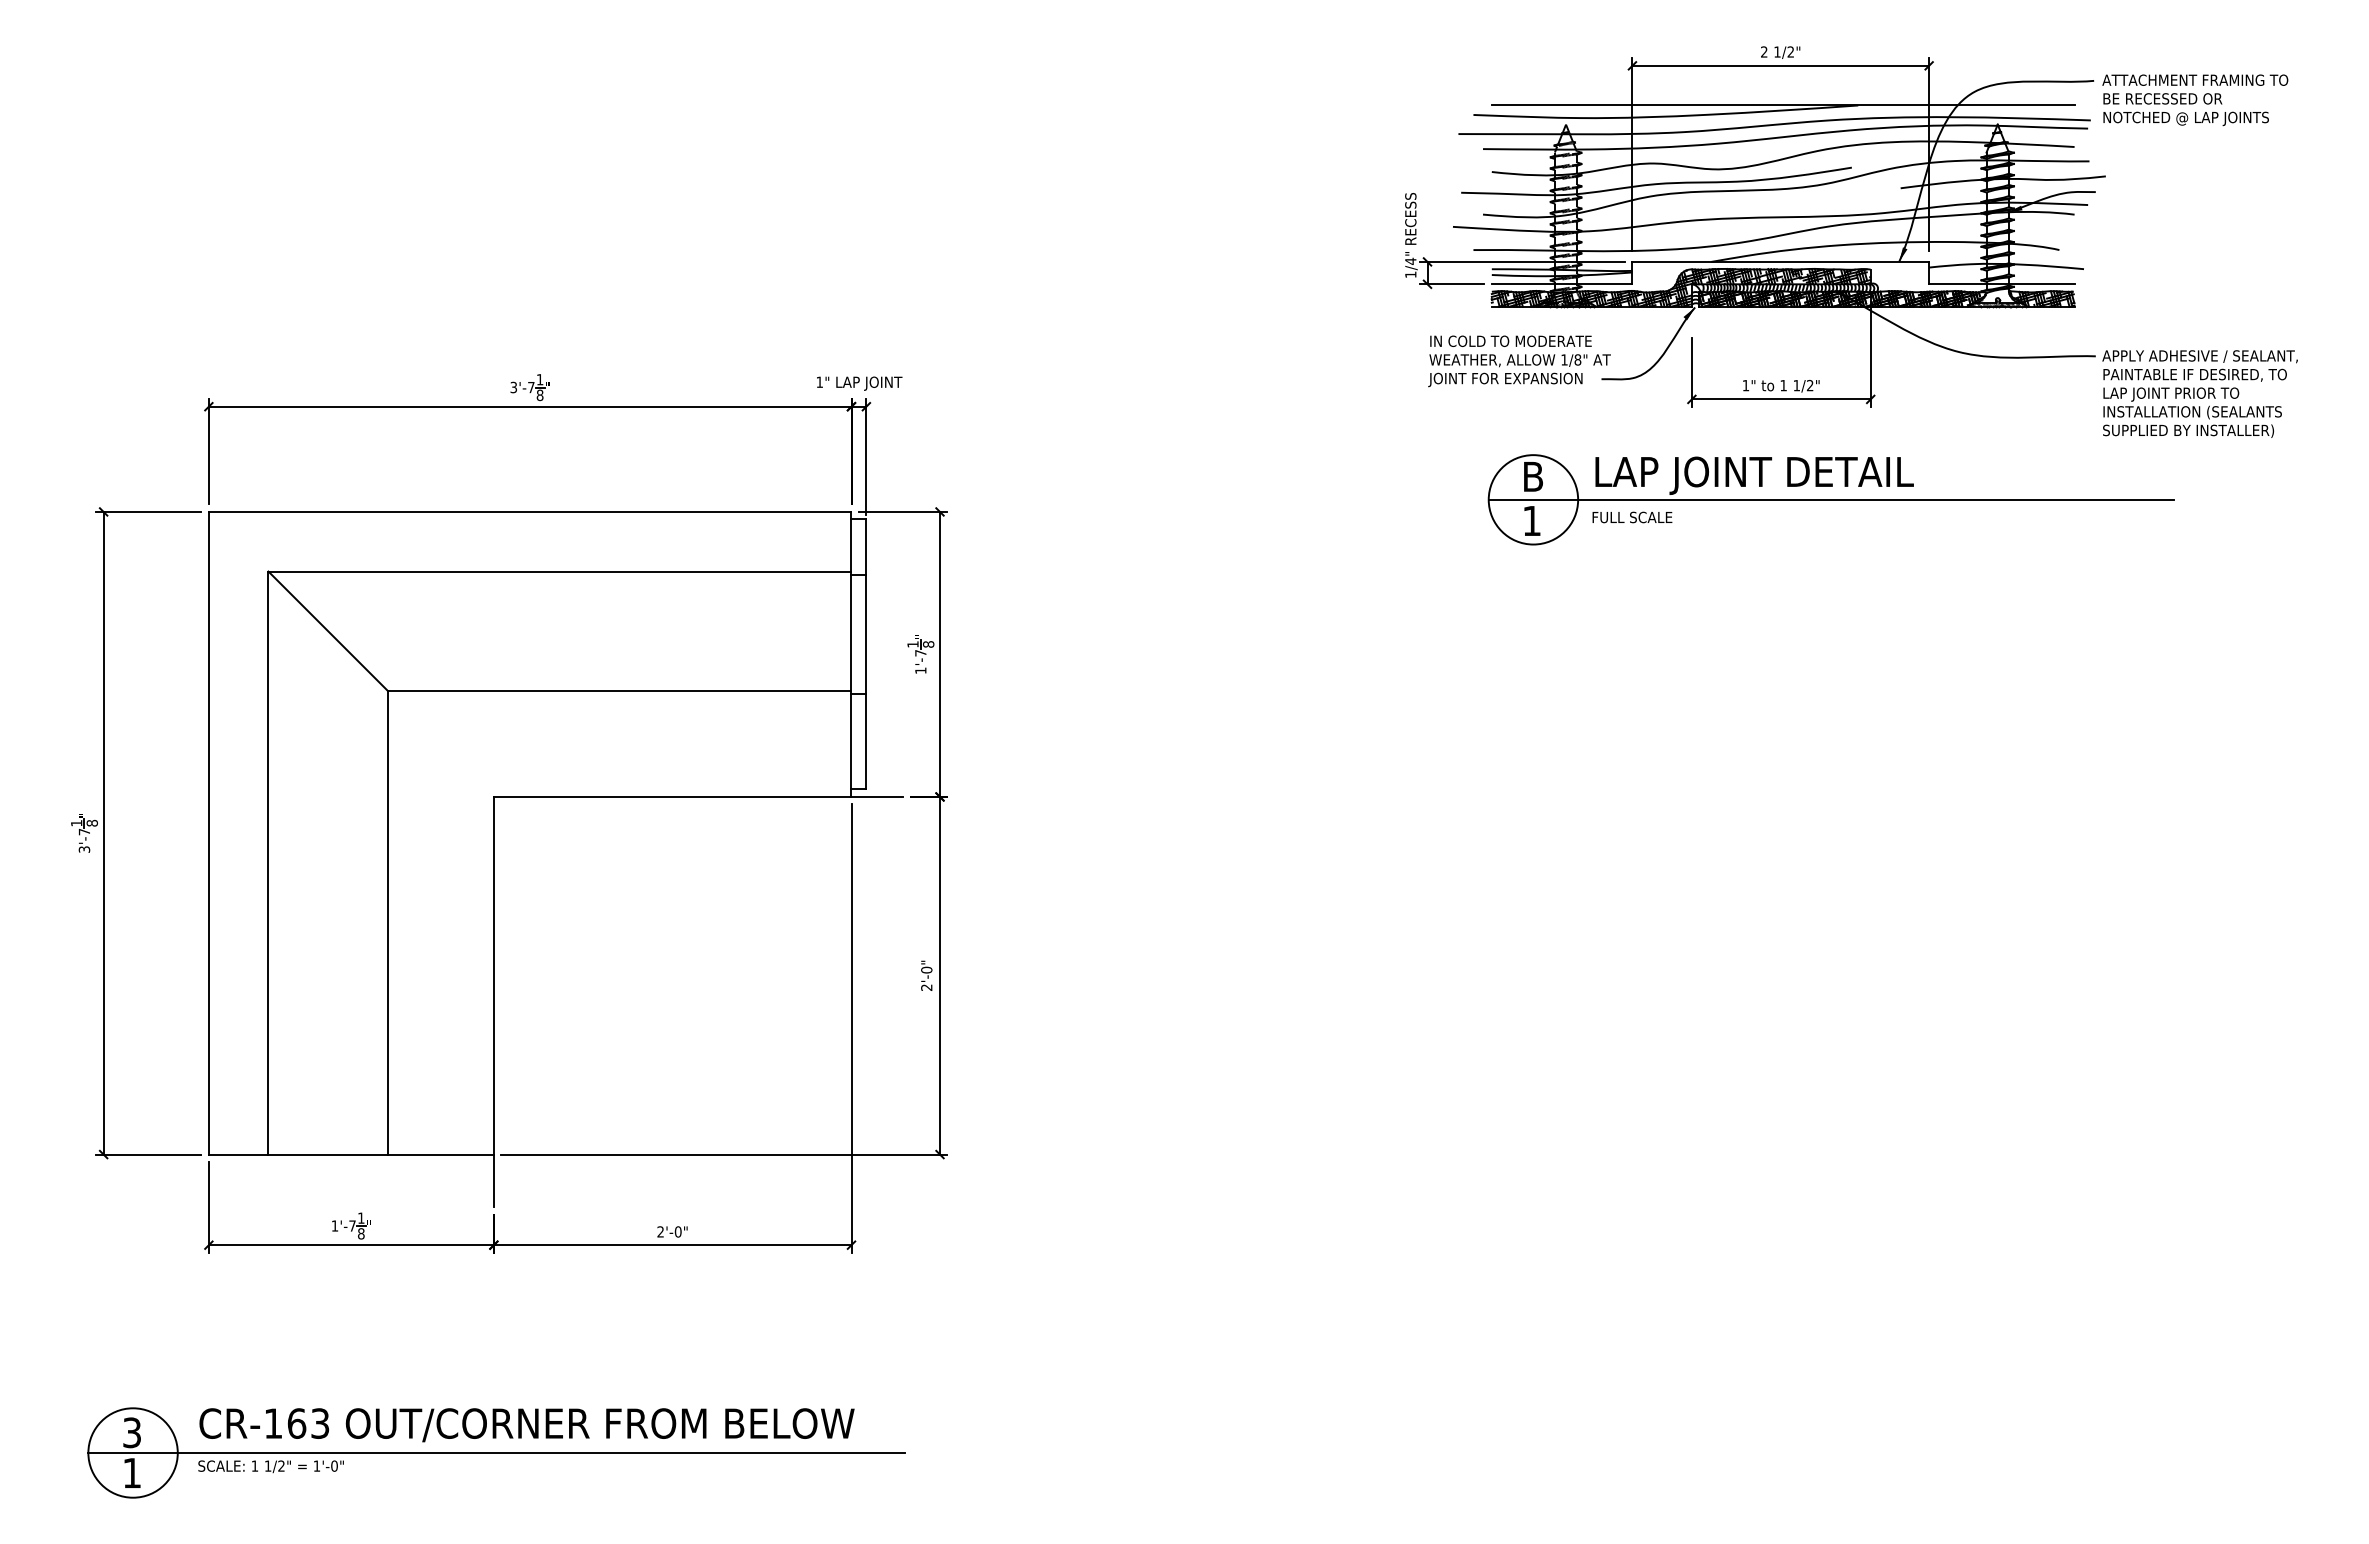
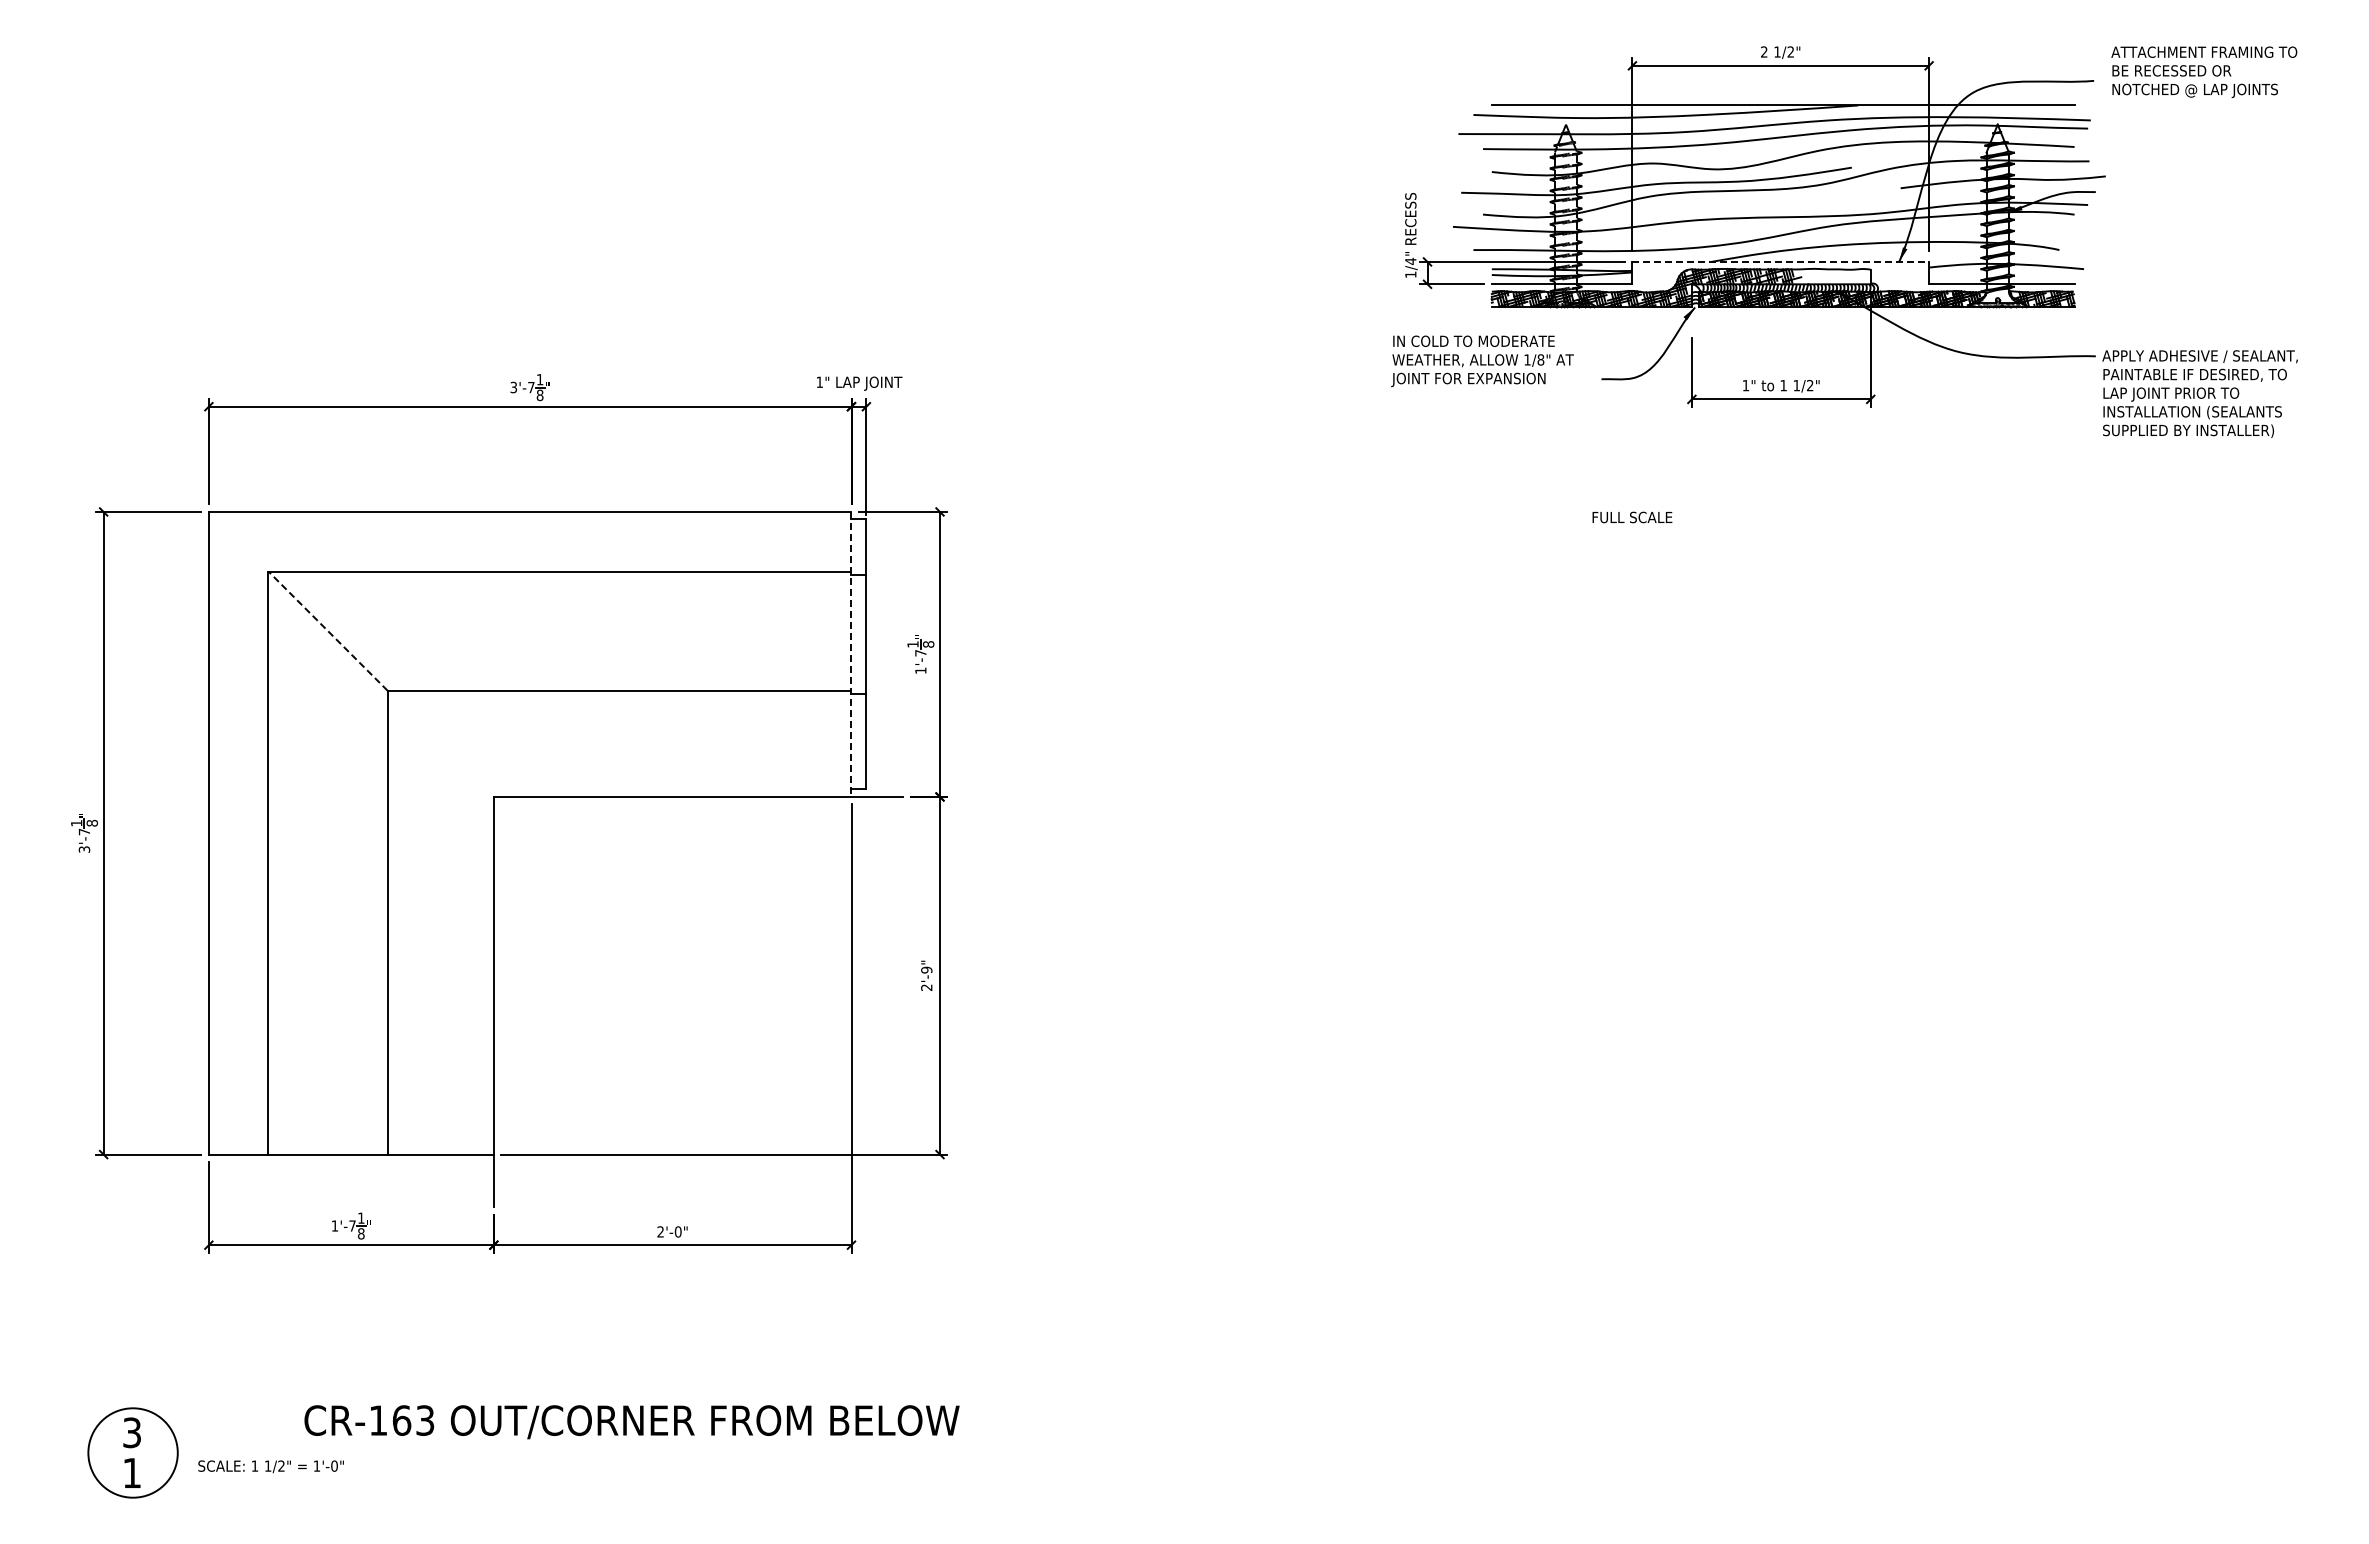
text at (2195, 100) position: (2195, 100) -> (2204, 72)
line at (1781, 261): solid -> dashed
hatch at (1829, 276): present -> none
text at (1519, 361) position: (1519, 361) -> (1482, 361)
part at (1830, 499): present -> none
line at (327, 630): solid -> dashed
line at (851, 654): solid -> dashed
text at (926, 969): 2'-0" -> 2'-9"
text at (526, 1425) position: (526, 1425) -> (631, 1422)
line at (496, 1453): present -> none
